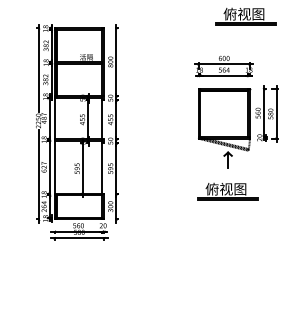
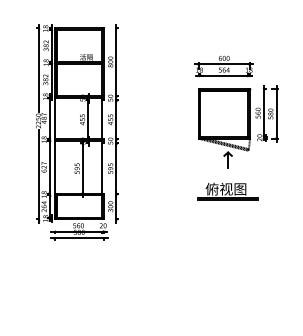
part at (245, 16): present -> none
